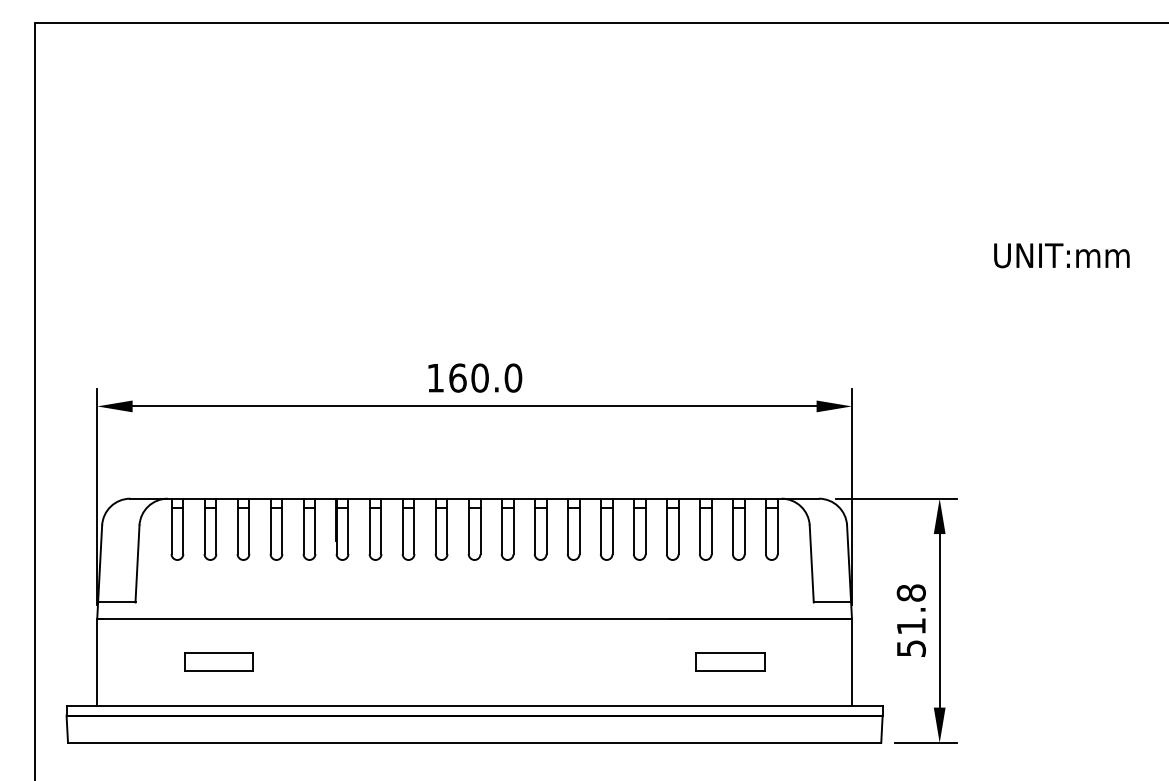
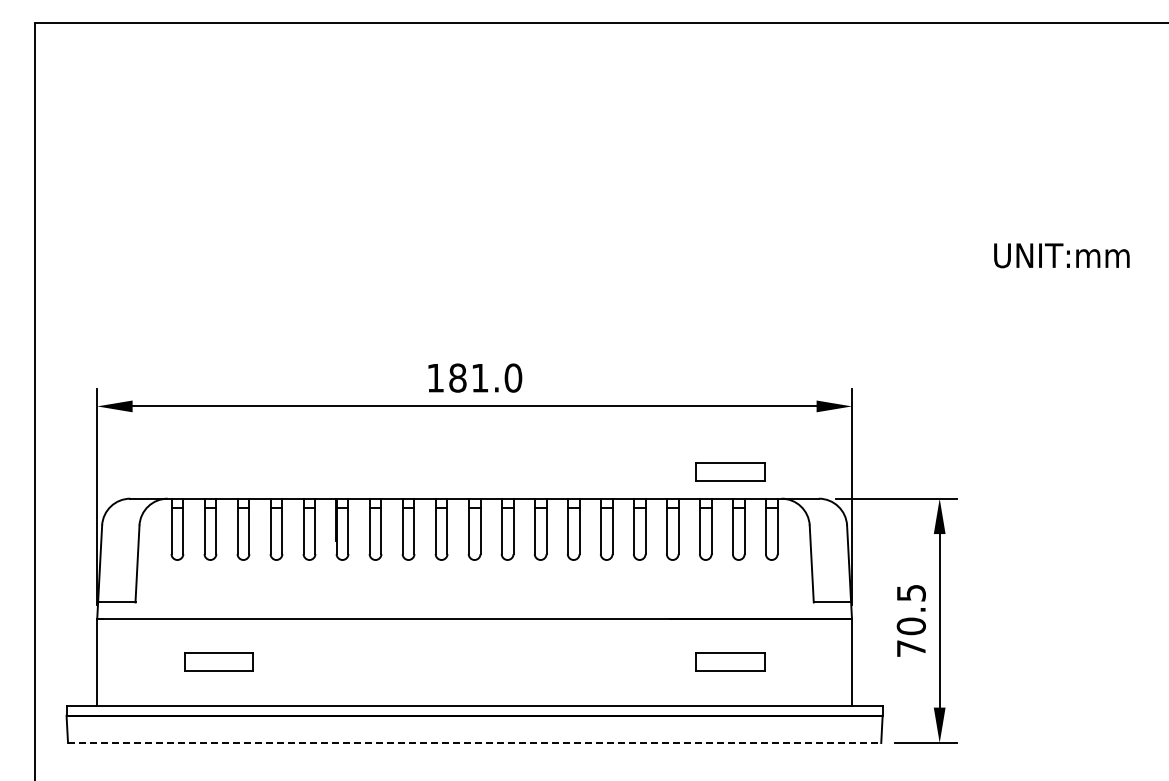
text at (468, 377): 160.0 -> 181.0
part at (730, 471): none -> present
text at (910, 620): 51.8 -> 70.5
line at (474, 742): solid -> dashed
